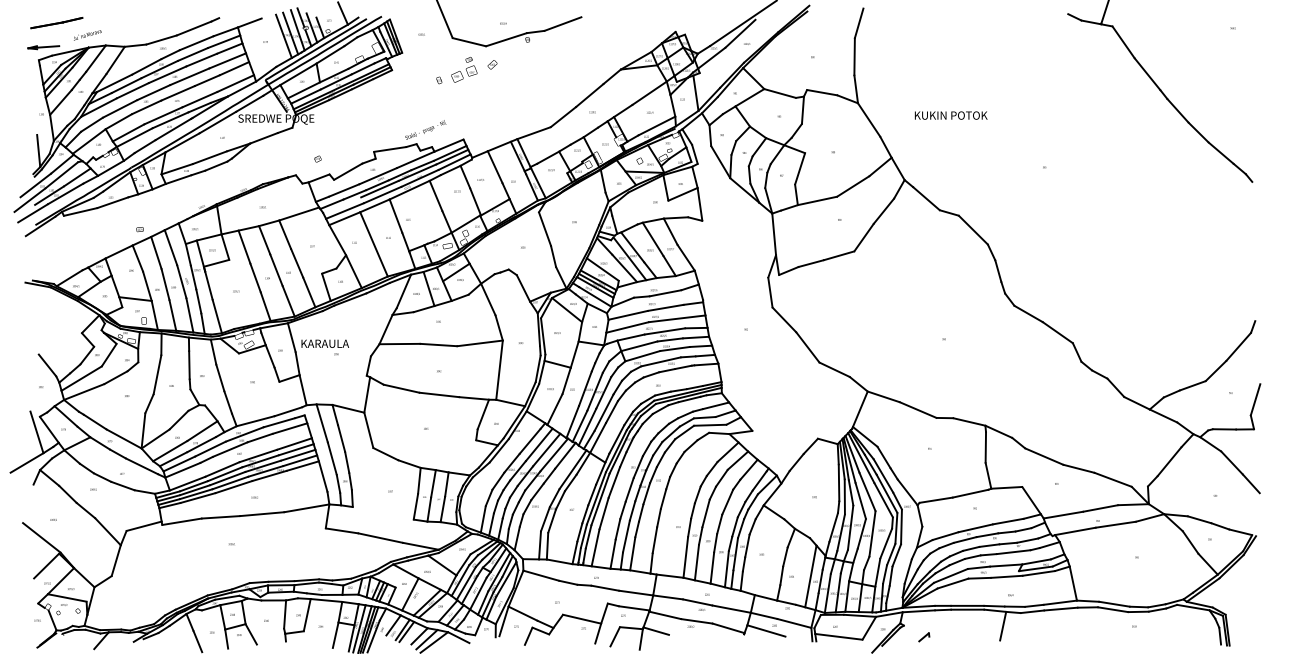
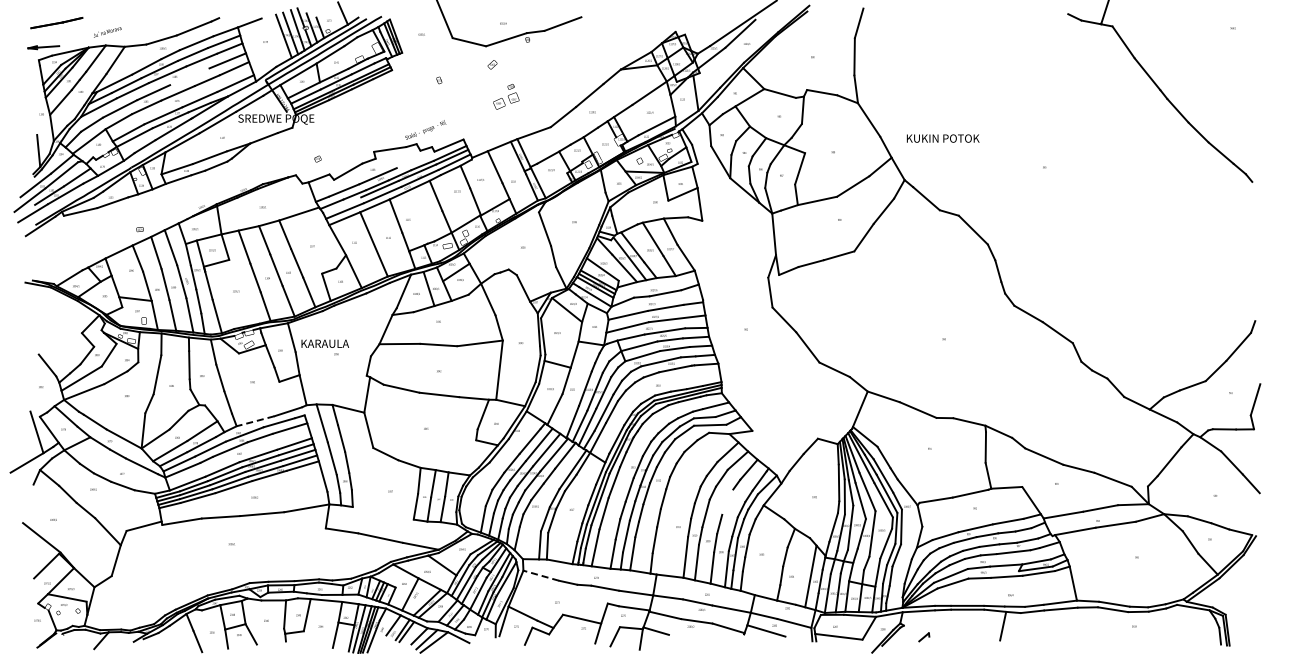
text at (87, 35) position: (87, 35) -> (107, 32)
text at (464, 69) position: (464, 69) -> (506, 96)
line at (189, 76): present -> none
text at (950, 115) position: (950, 115) -> (942, 138)
line at (415, 159): present -> none
line at (255, 421): solid -> dashed
line at (727, 501): present -> none
line at (540, 575): solid -> dashed
